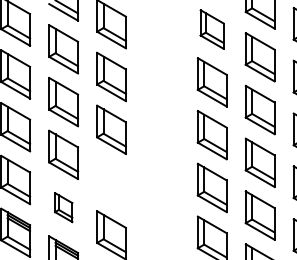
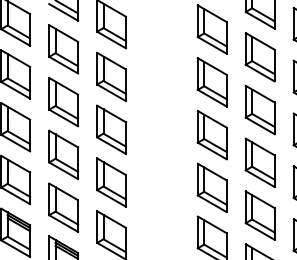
part at (211, 29) size: 26x41 px -> 32x51 px
part at (111, 182): none -> present
part at (63, 207) size: 20x32 px -> 32x51 px
